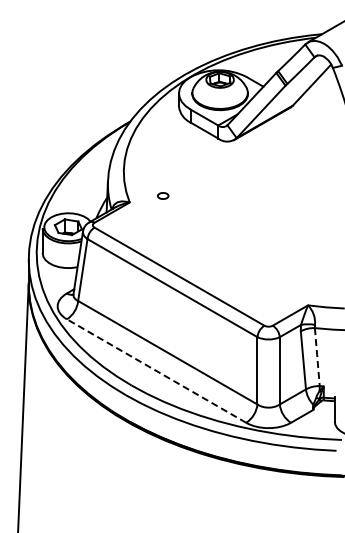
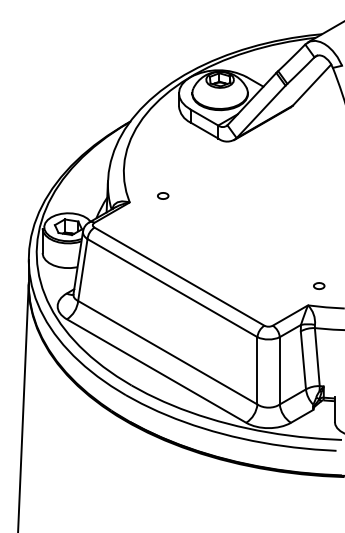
part at (319, 285): none -> present
line at (317, 356): dashed -> solid
line at (156, 370): dashed -> solid
